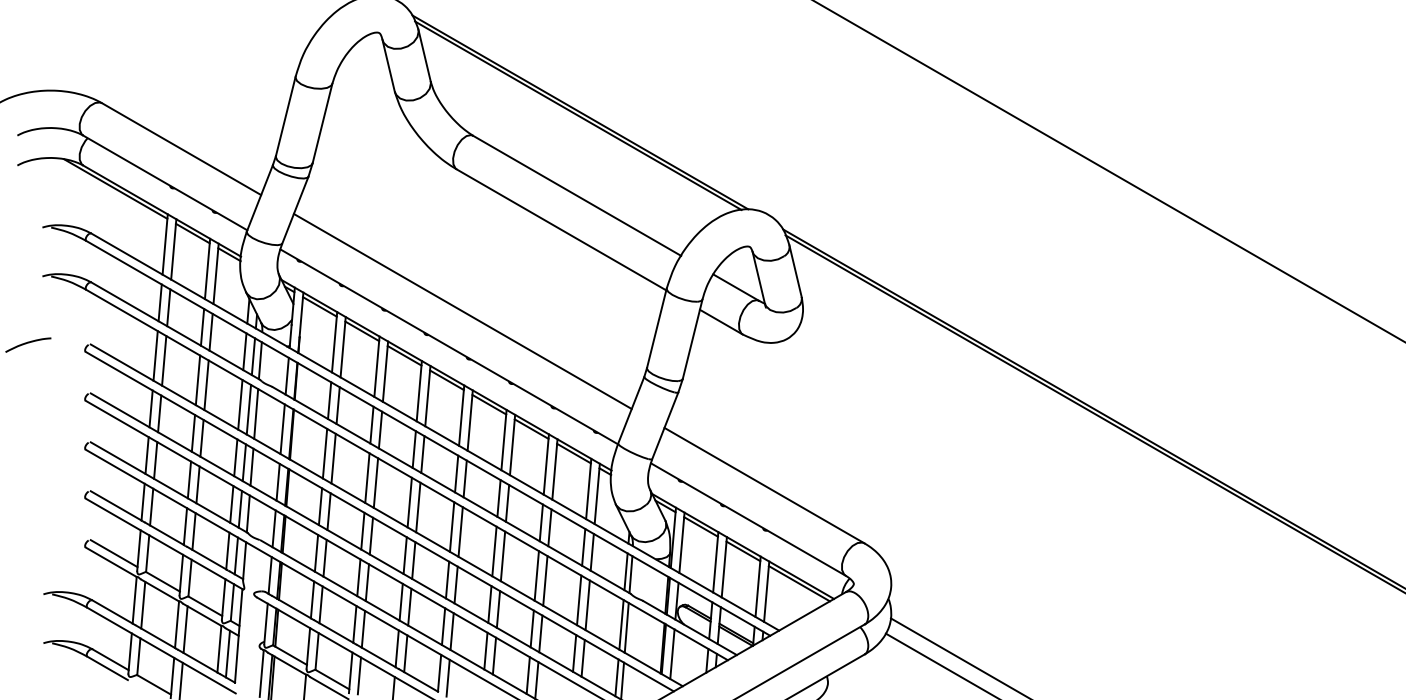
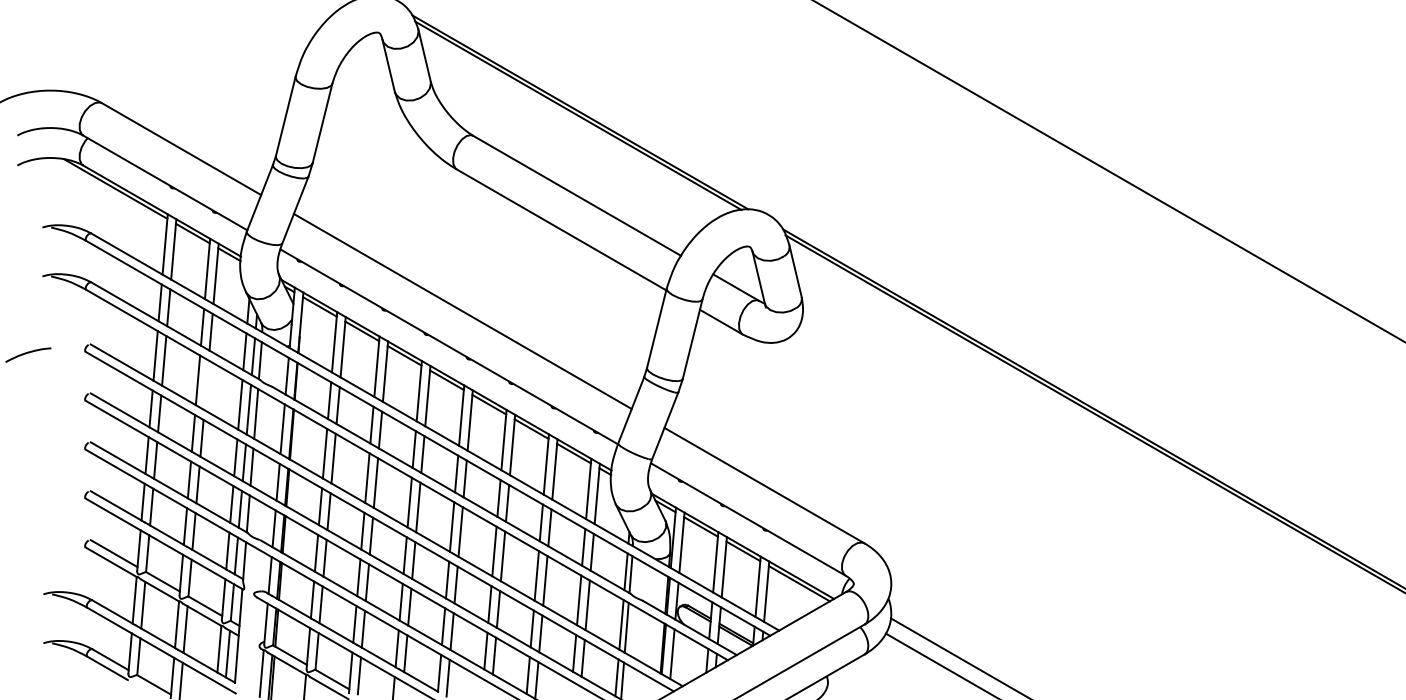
curve at (28, 343) position: (28, 343) -> (28, 353)
line at (206, 385): present -> none
